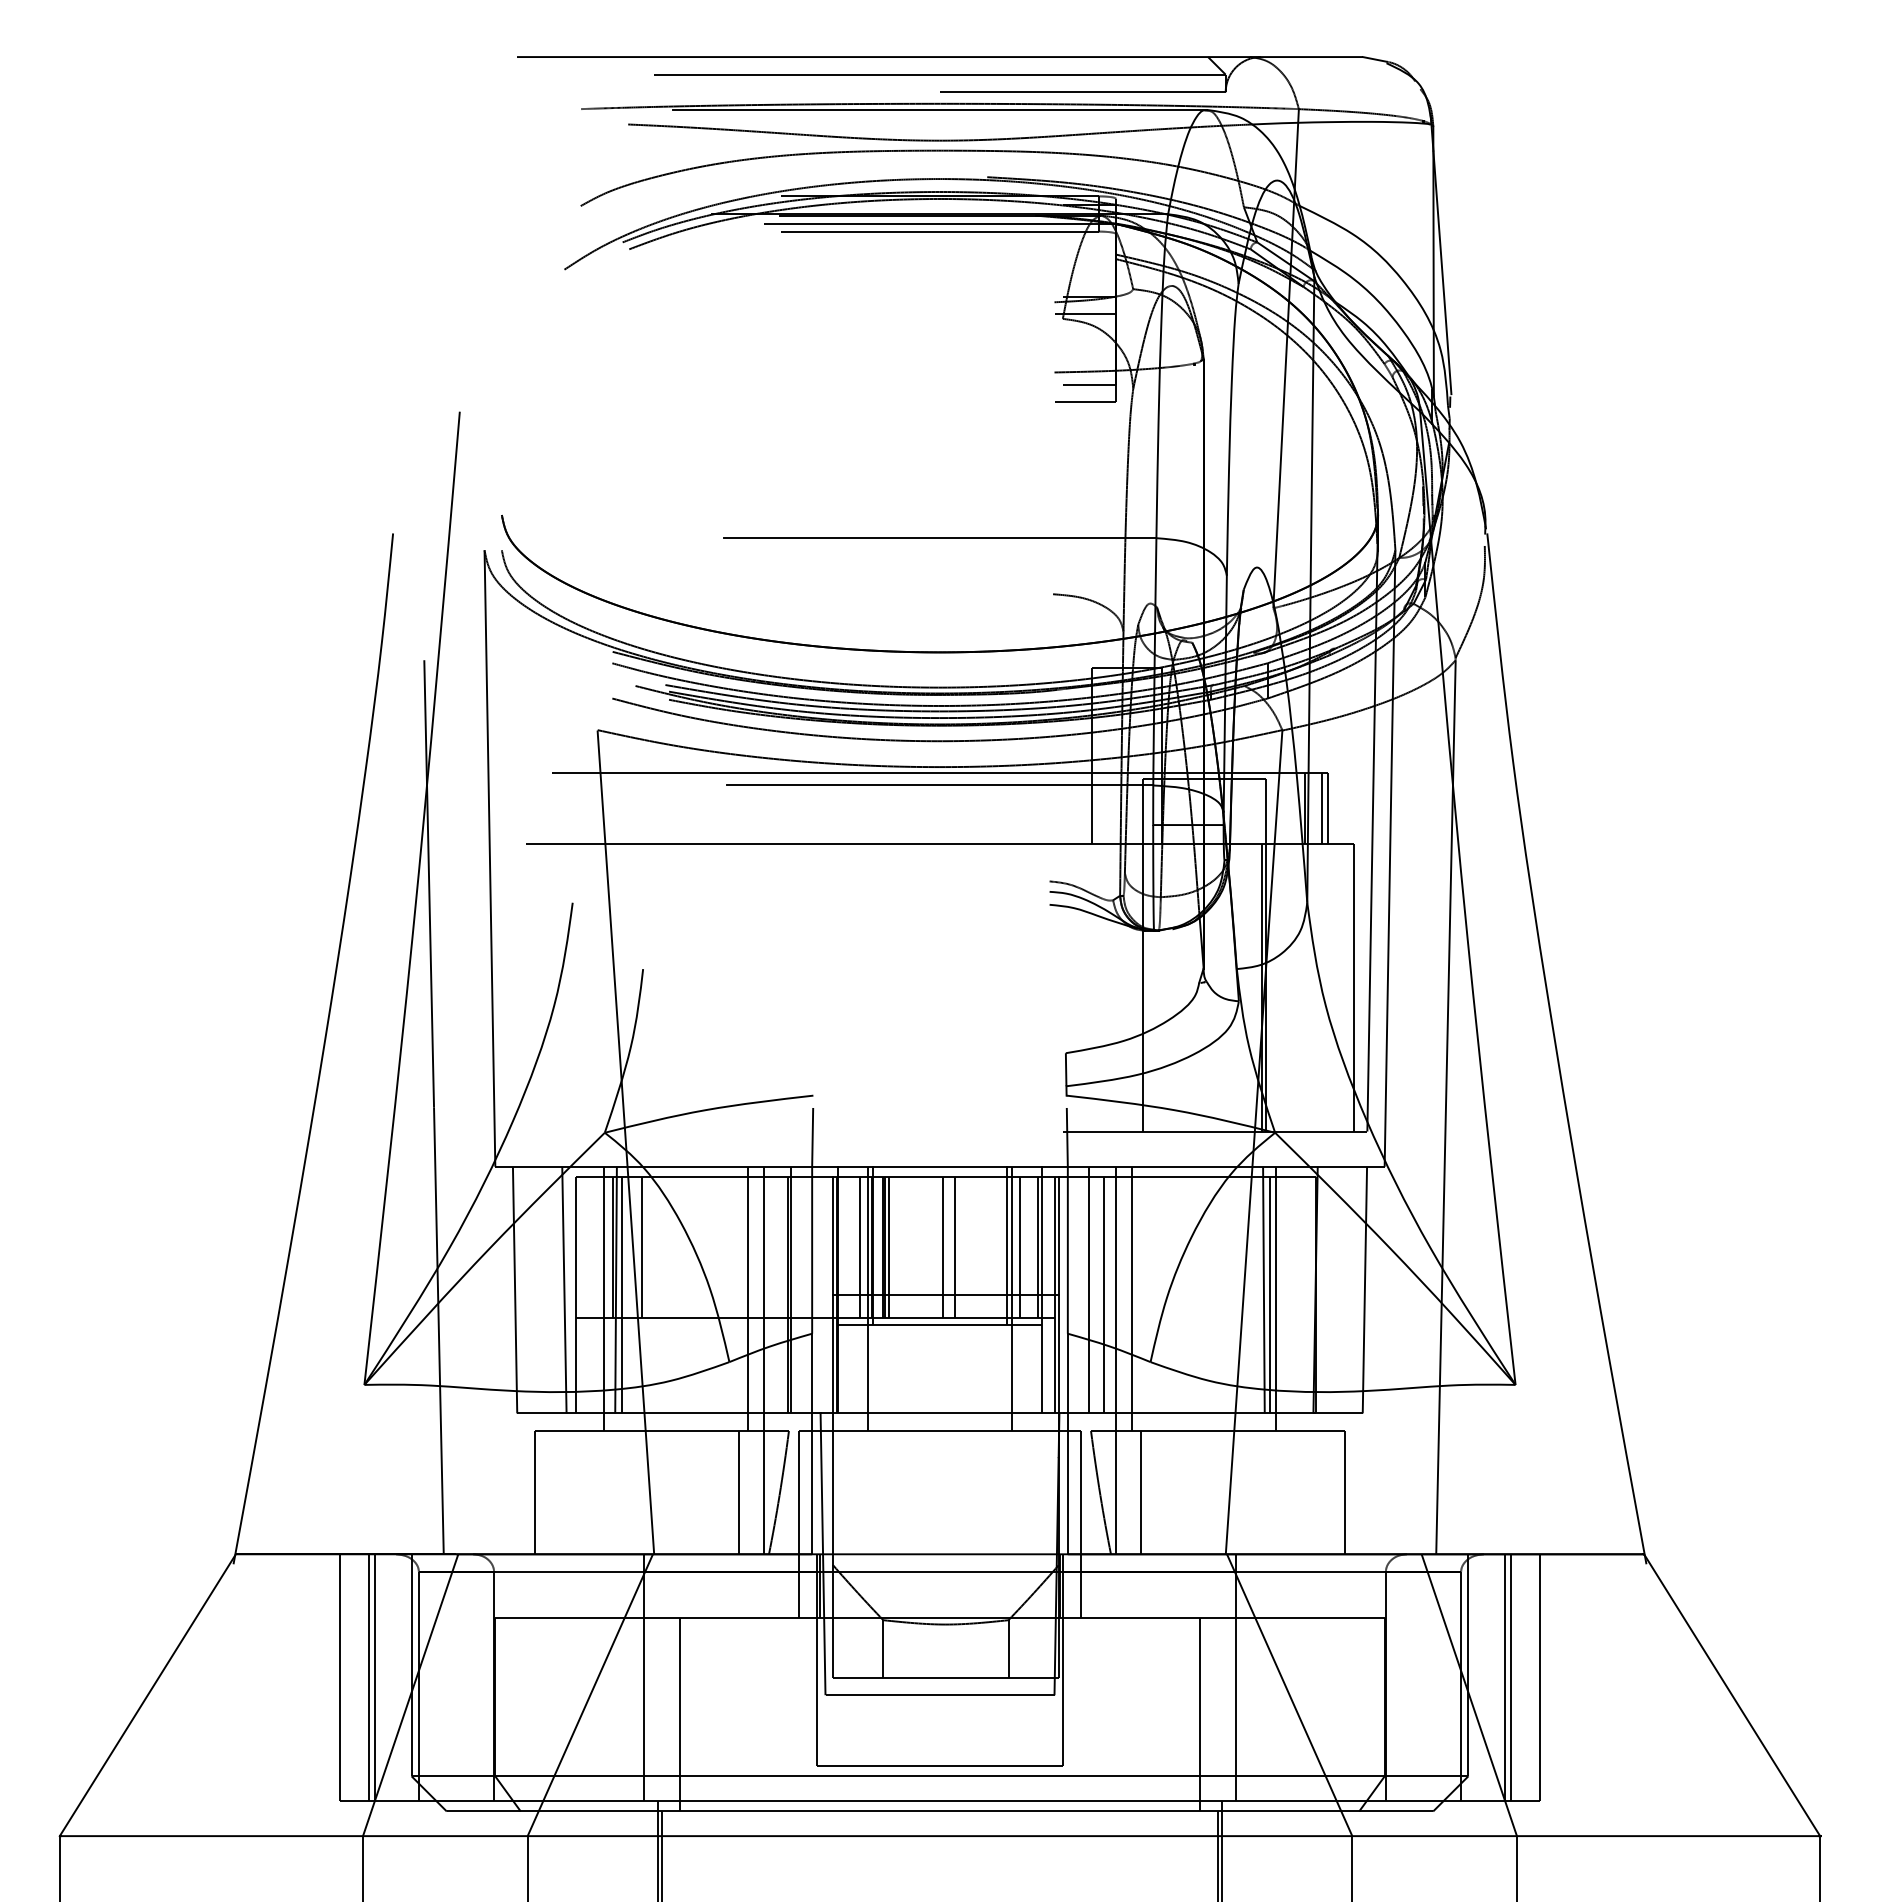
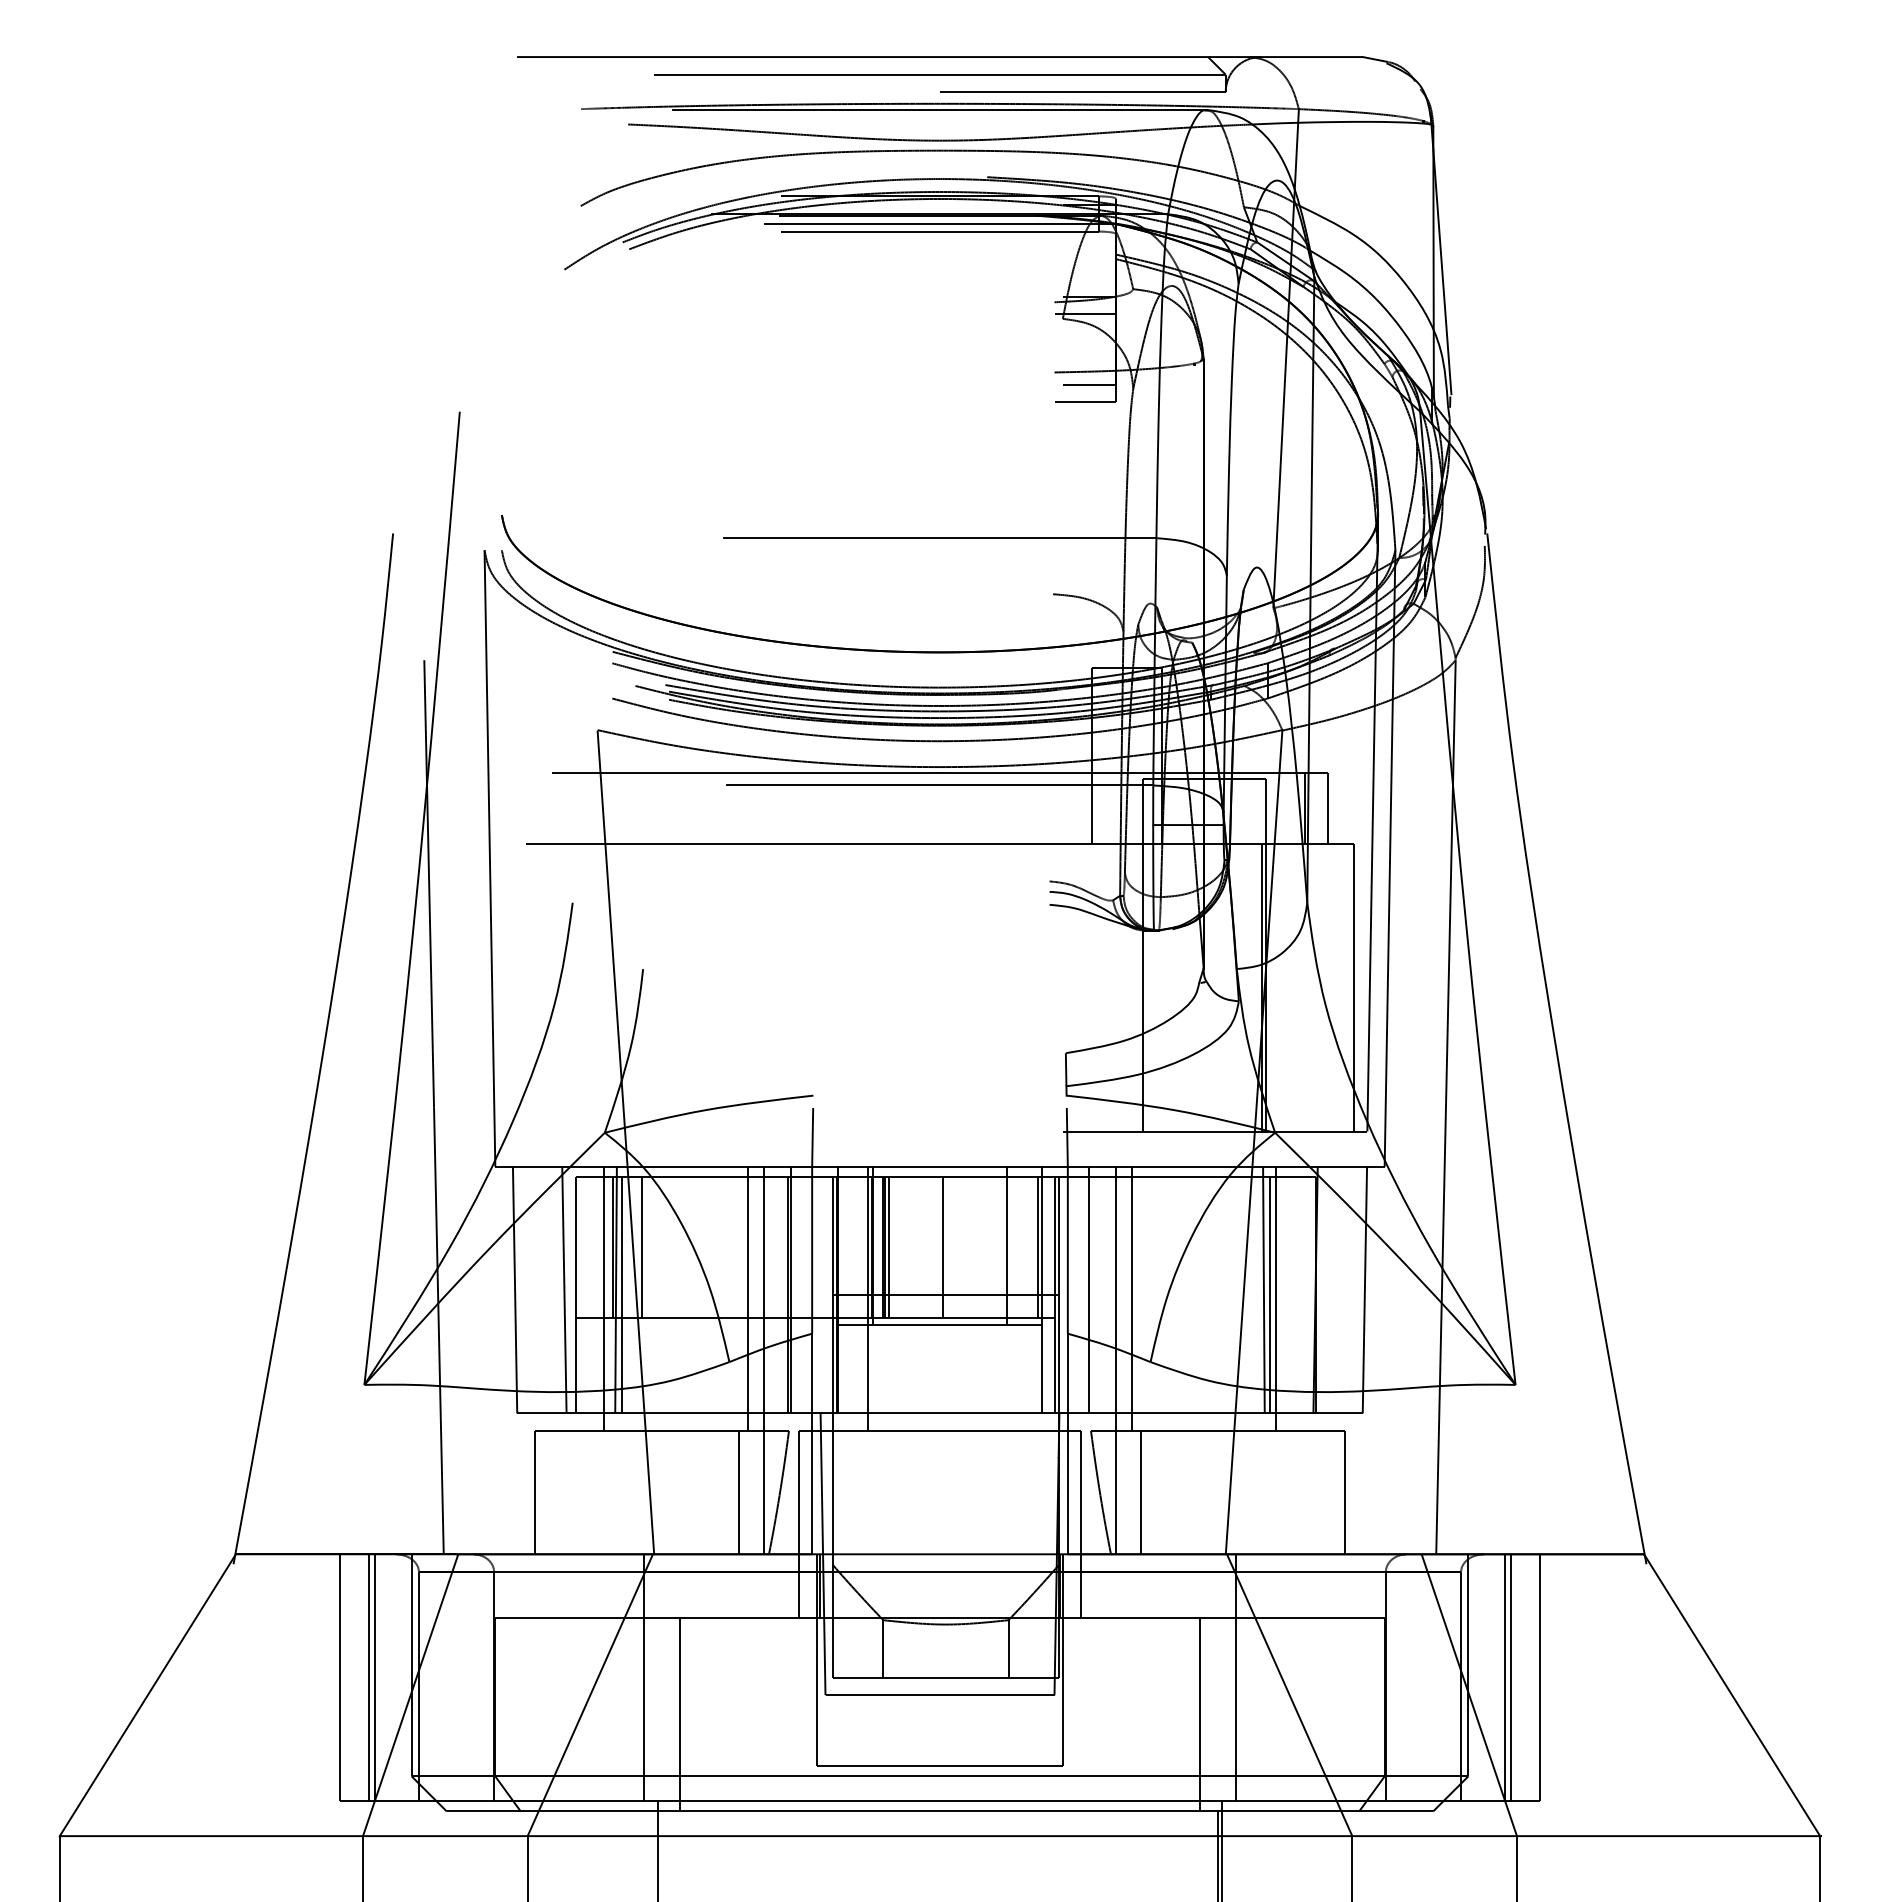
line at (1322, 808): present -> none
line at (859, 1247): present -> none
line at (955, 1247): present -> none
line at (1019, 1247): present -> none
line at (1103, 1295): present -> none
line at (1012, 1298): present -> none
line at (661, 1854): present -> none
